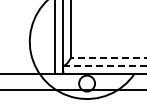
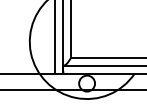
line at (108, 57): dashed -> solid
line at (105, 65): dashed -> solid
